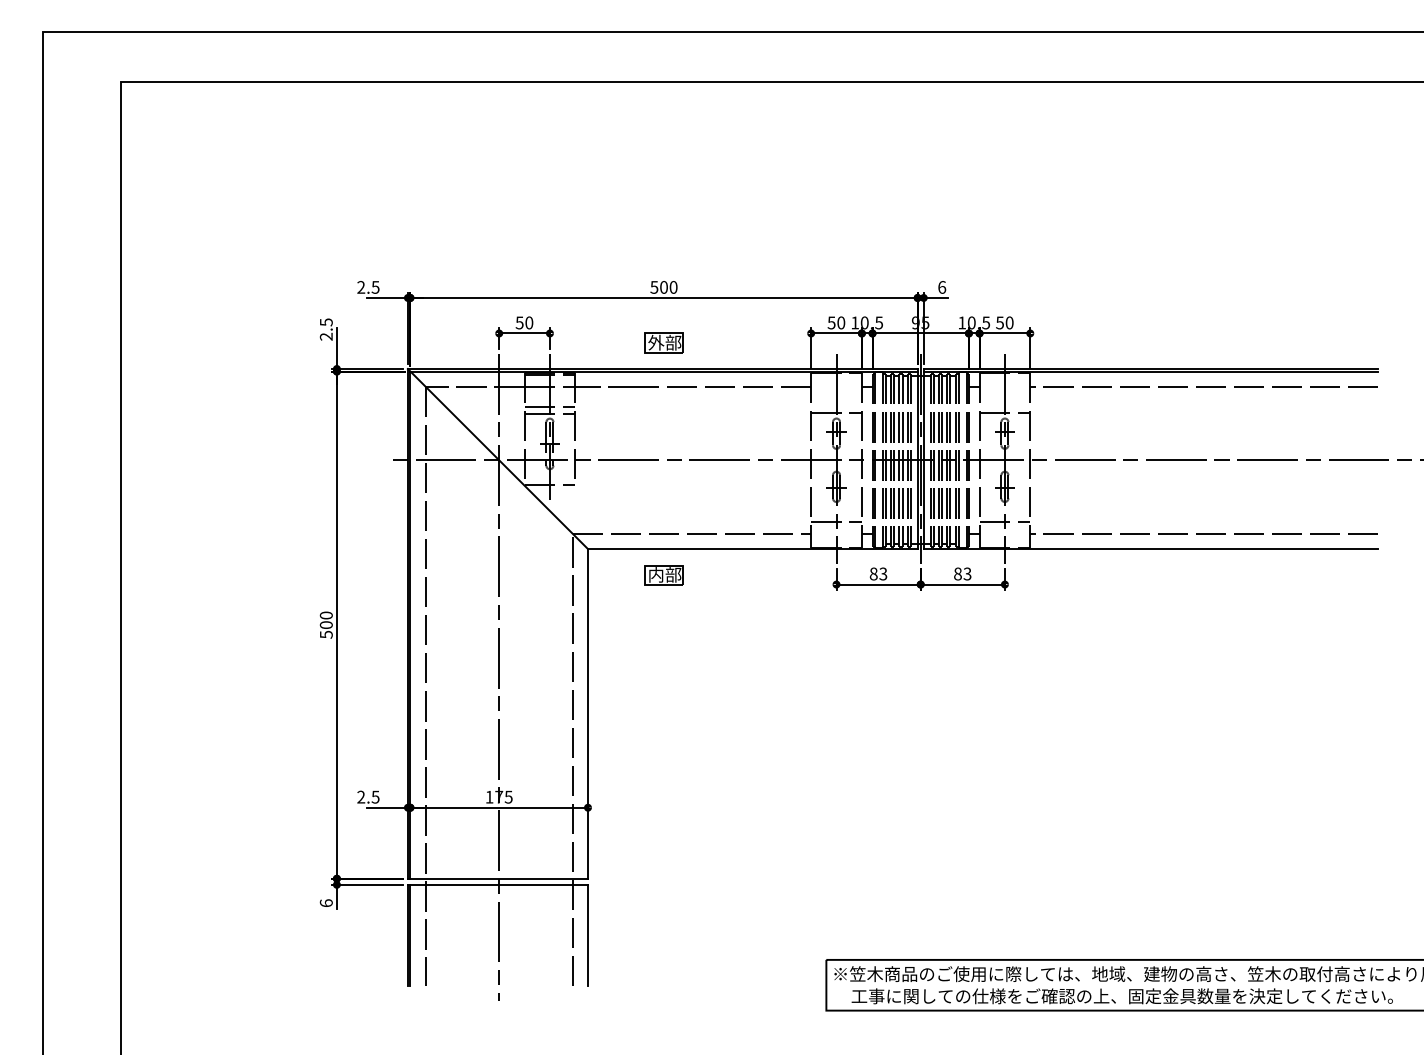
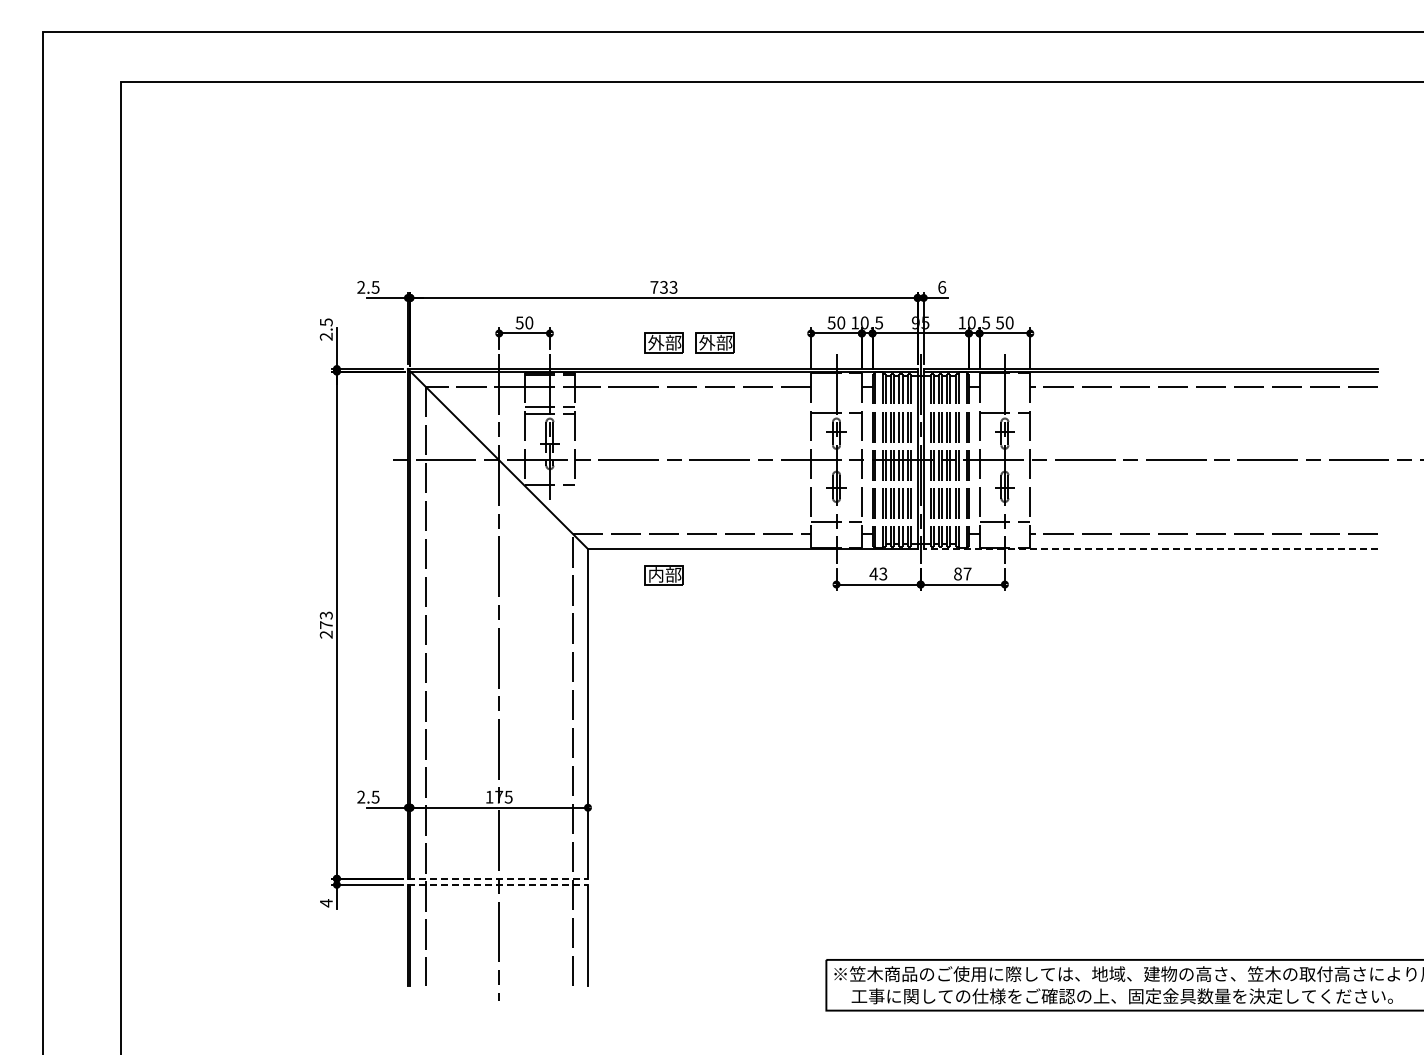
text at (663, 287): 500 -> 733
part at (714, 342): none -> present
line at (1150, 549): solid -> dashed
text at (873, 573): 83 -> 43
text at (967, 573): 83 -> 87
text at (325, 624): 500 -> 273
line at (498, 878): solid -> dashed
line at (498, 884): solid -> dashed
text at (325, 903): 6 -> 4
